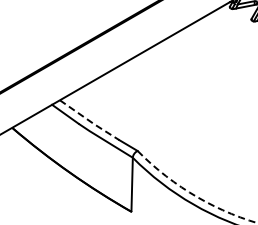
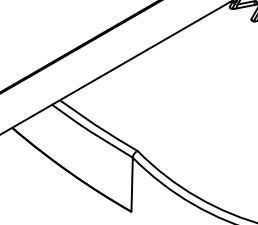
line at (89, 121): dashed -> solid
arc at (193, 194): dashed -> solid
